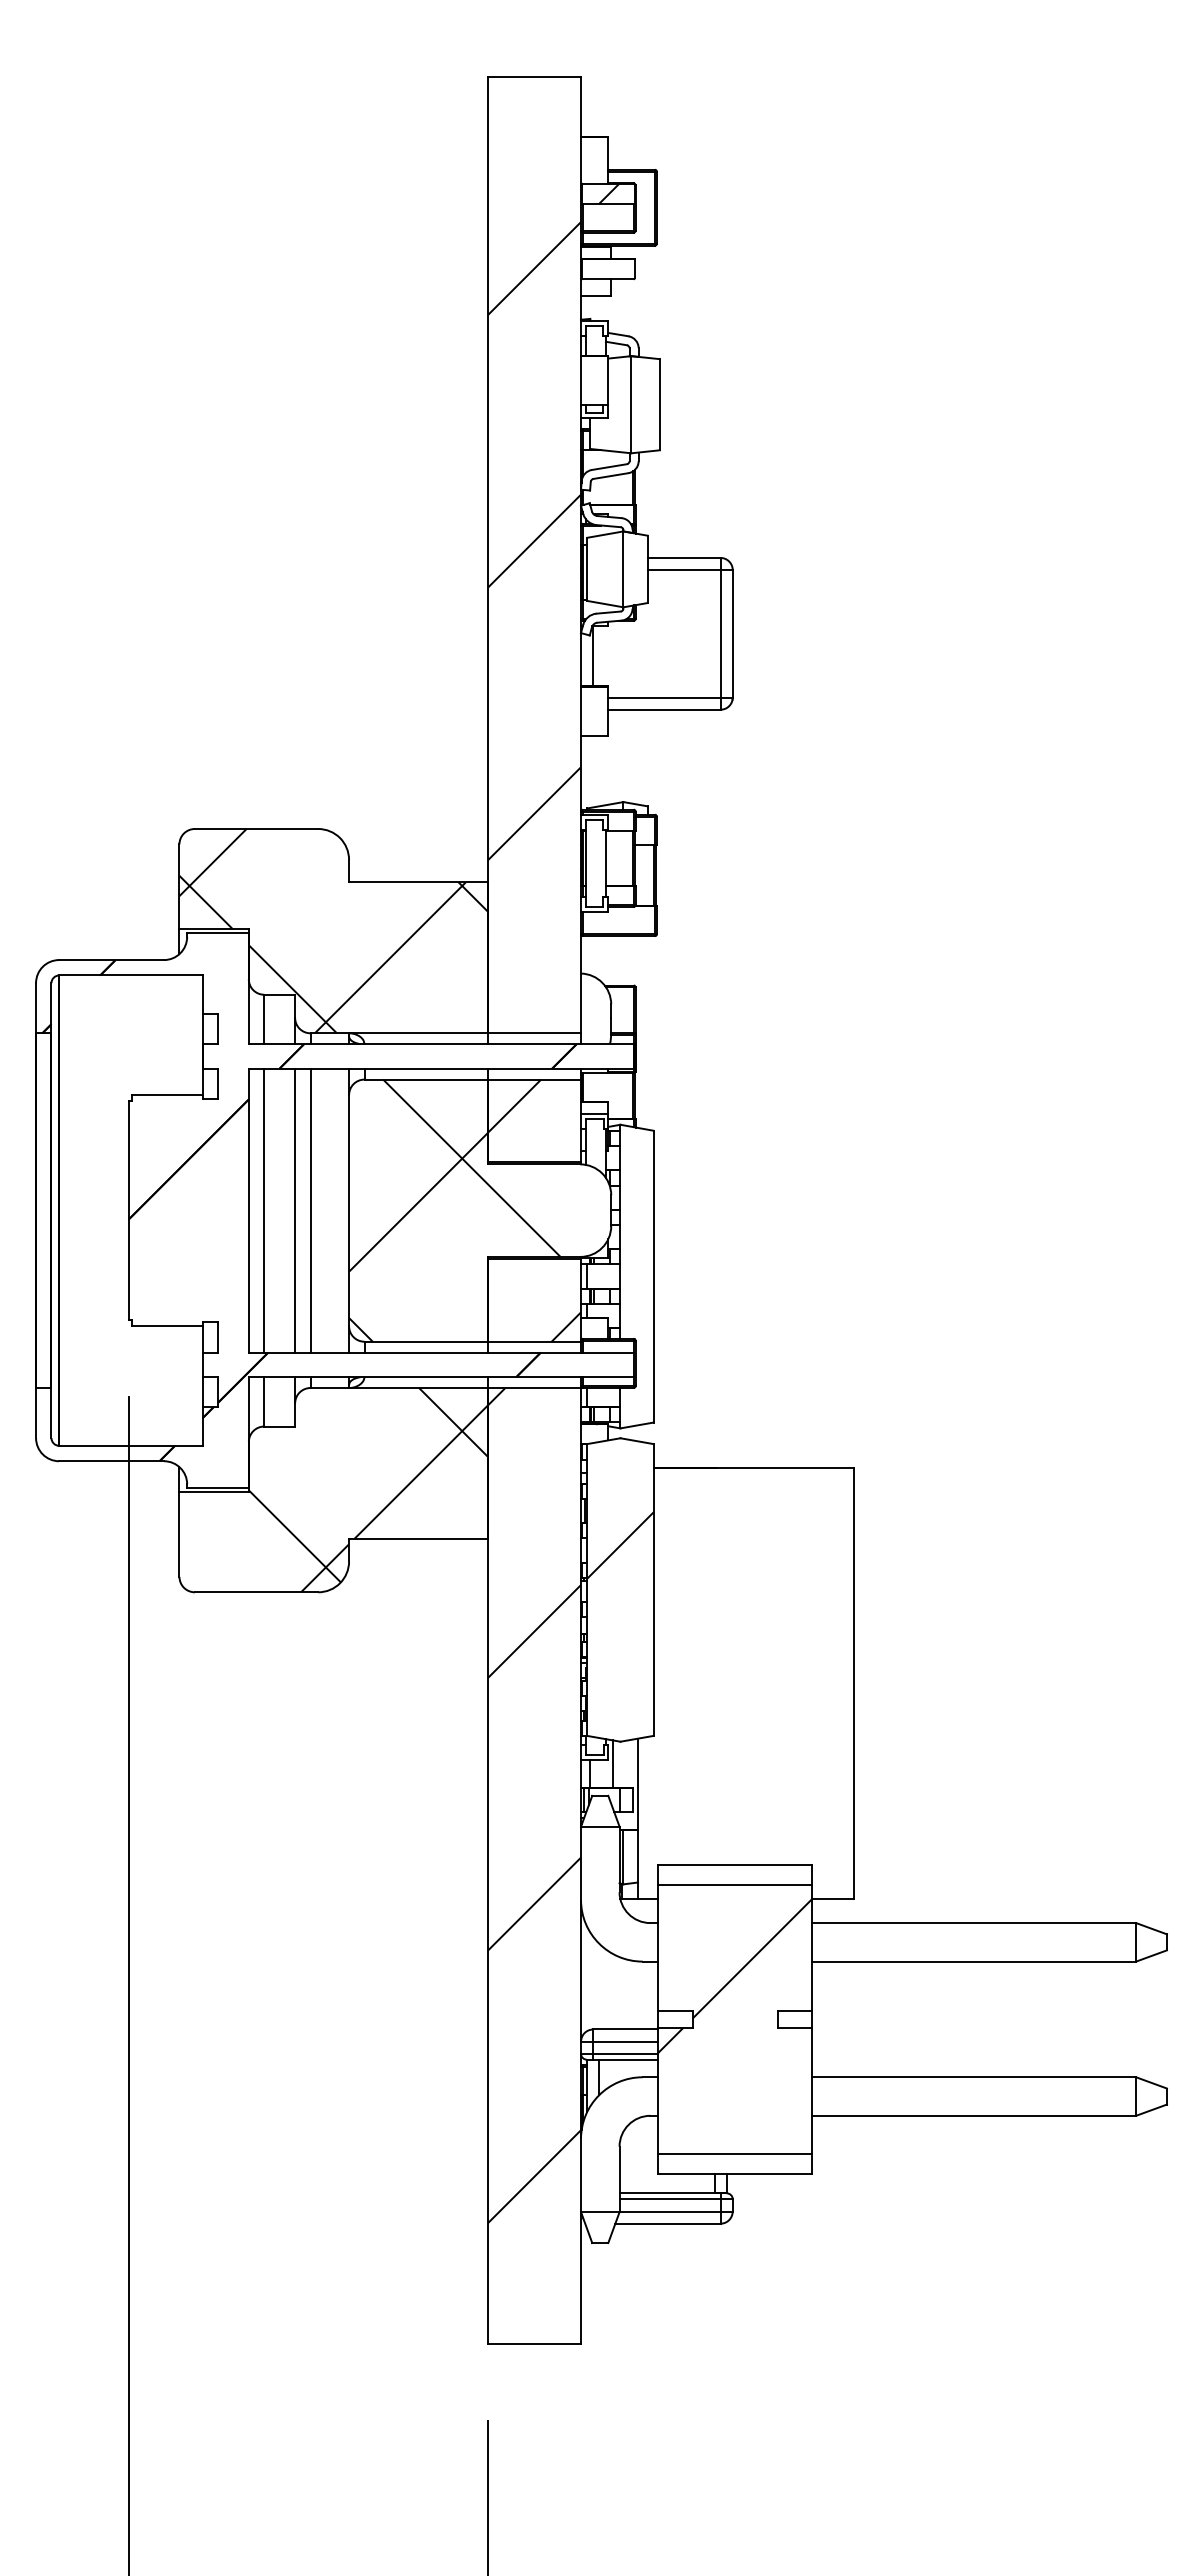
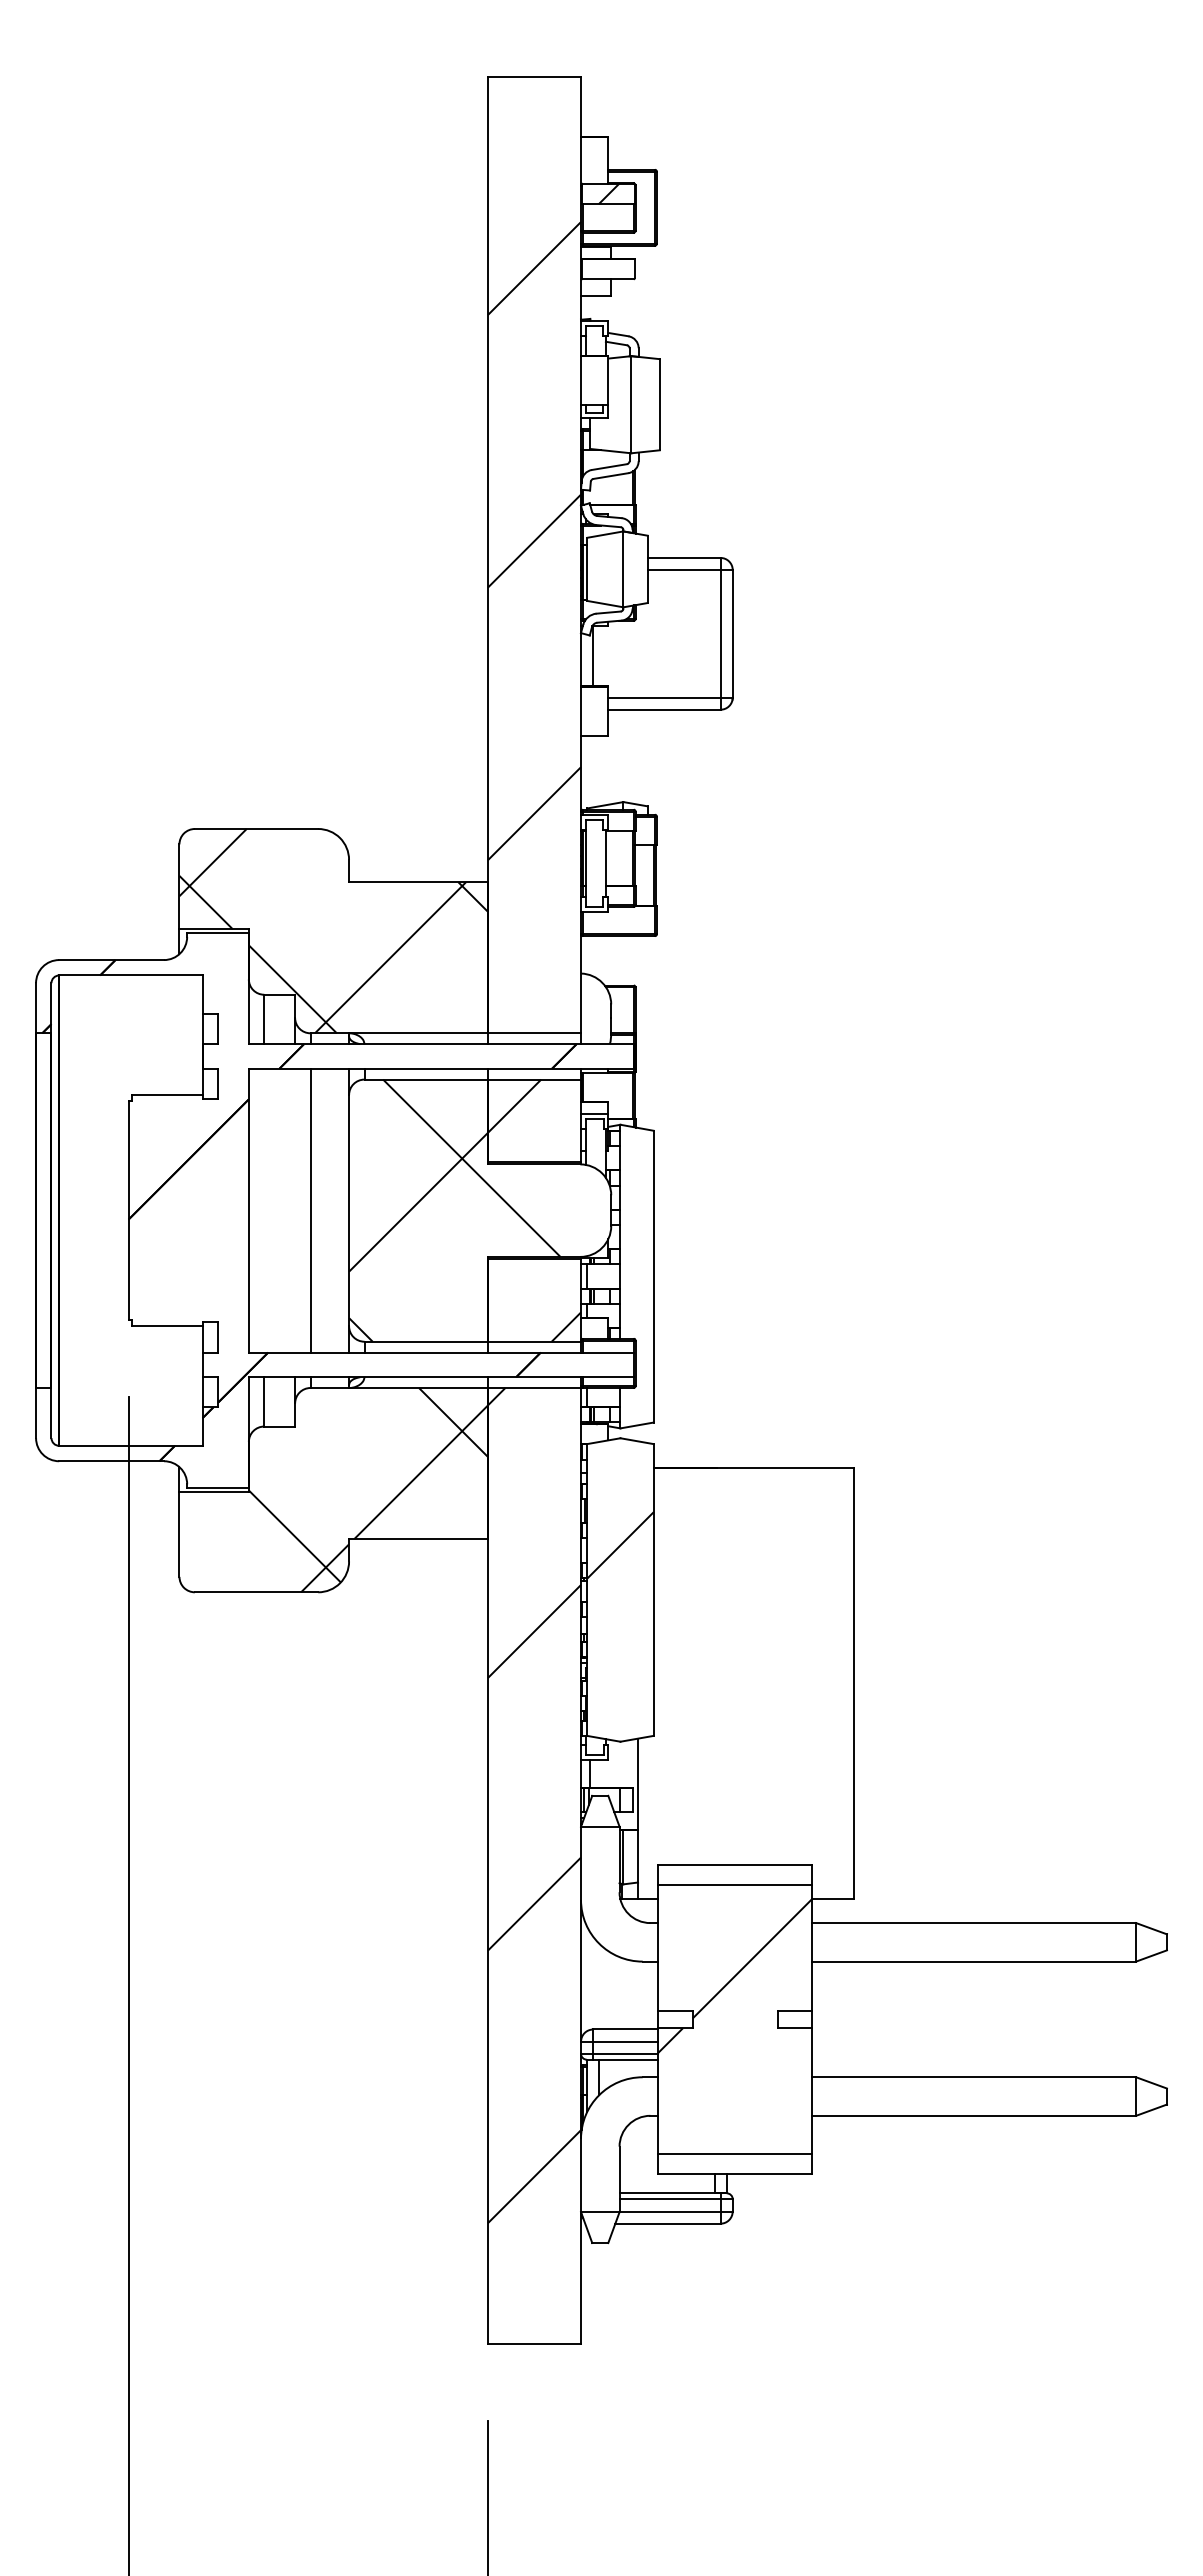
line at (264, 1210): present -> none
line at (295, 1210): present -> none
line at (612, 1763): present -> none
